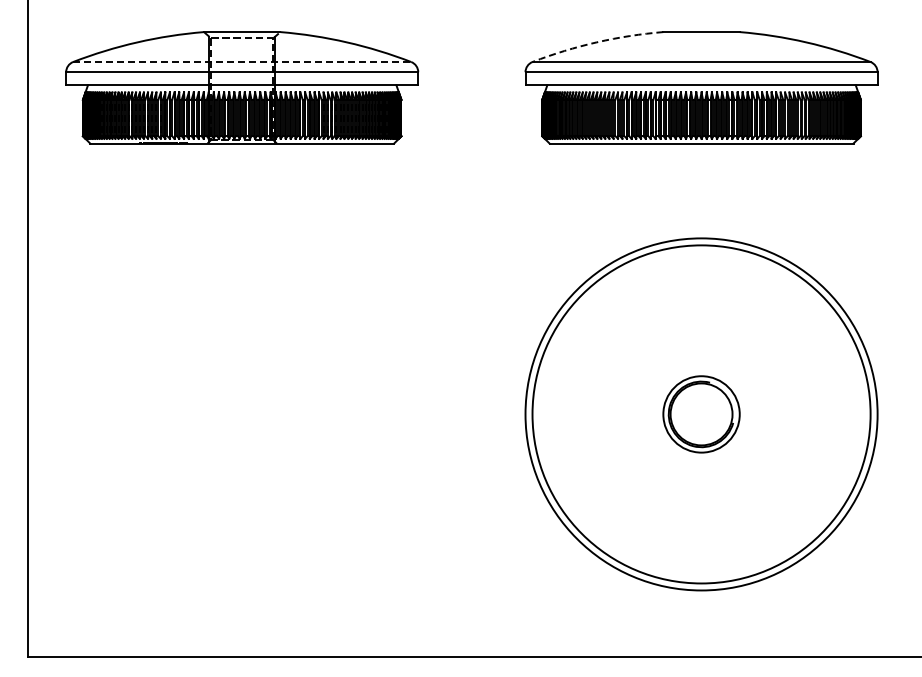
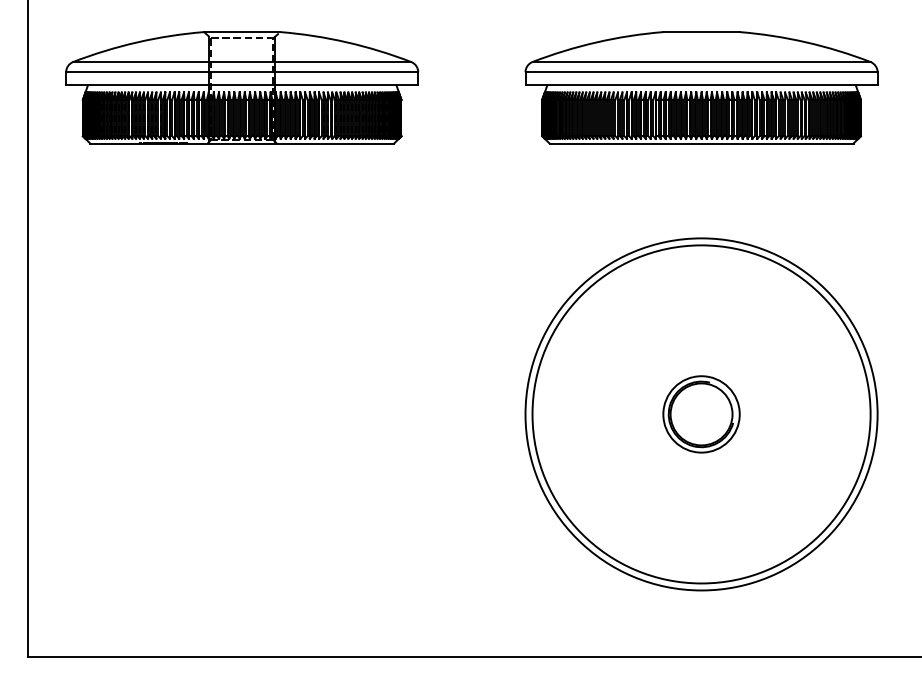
arc at (596, 42): dashed -> solid
line at (242, 62): dashed -> solid
